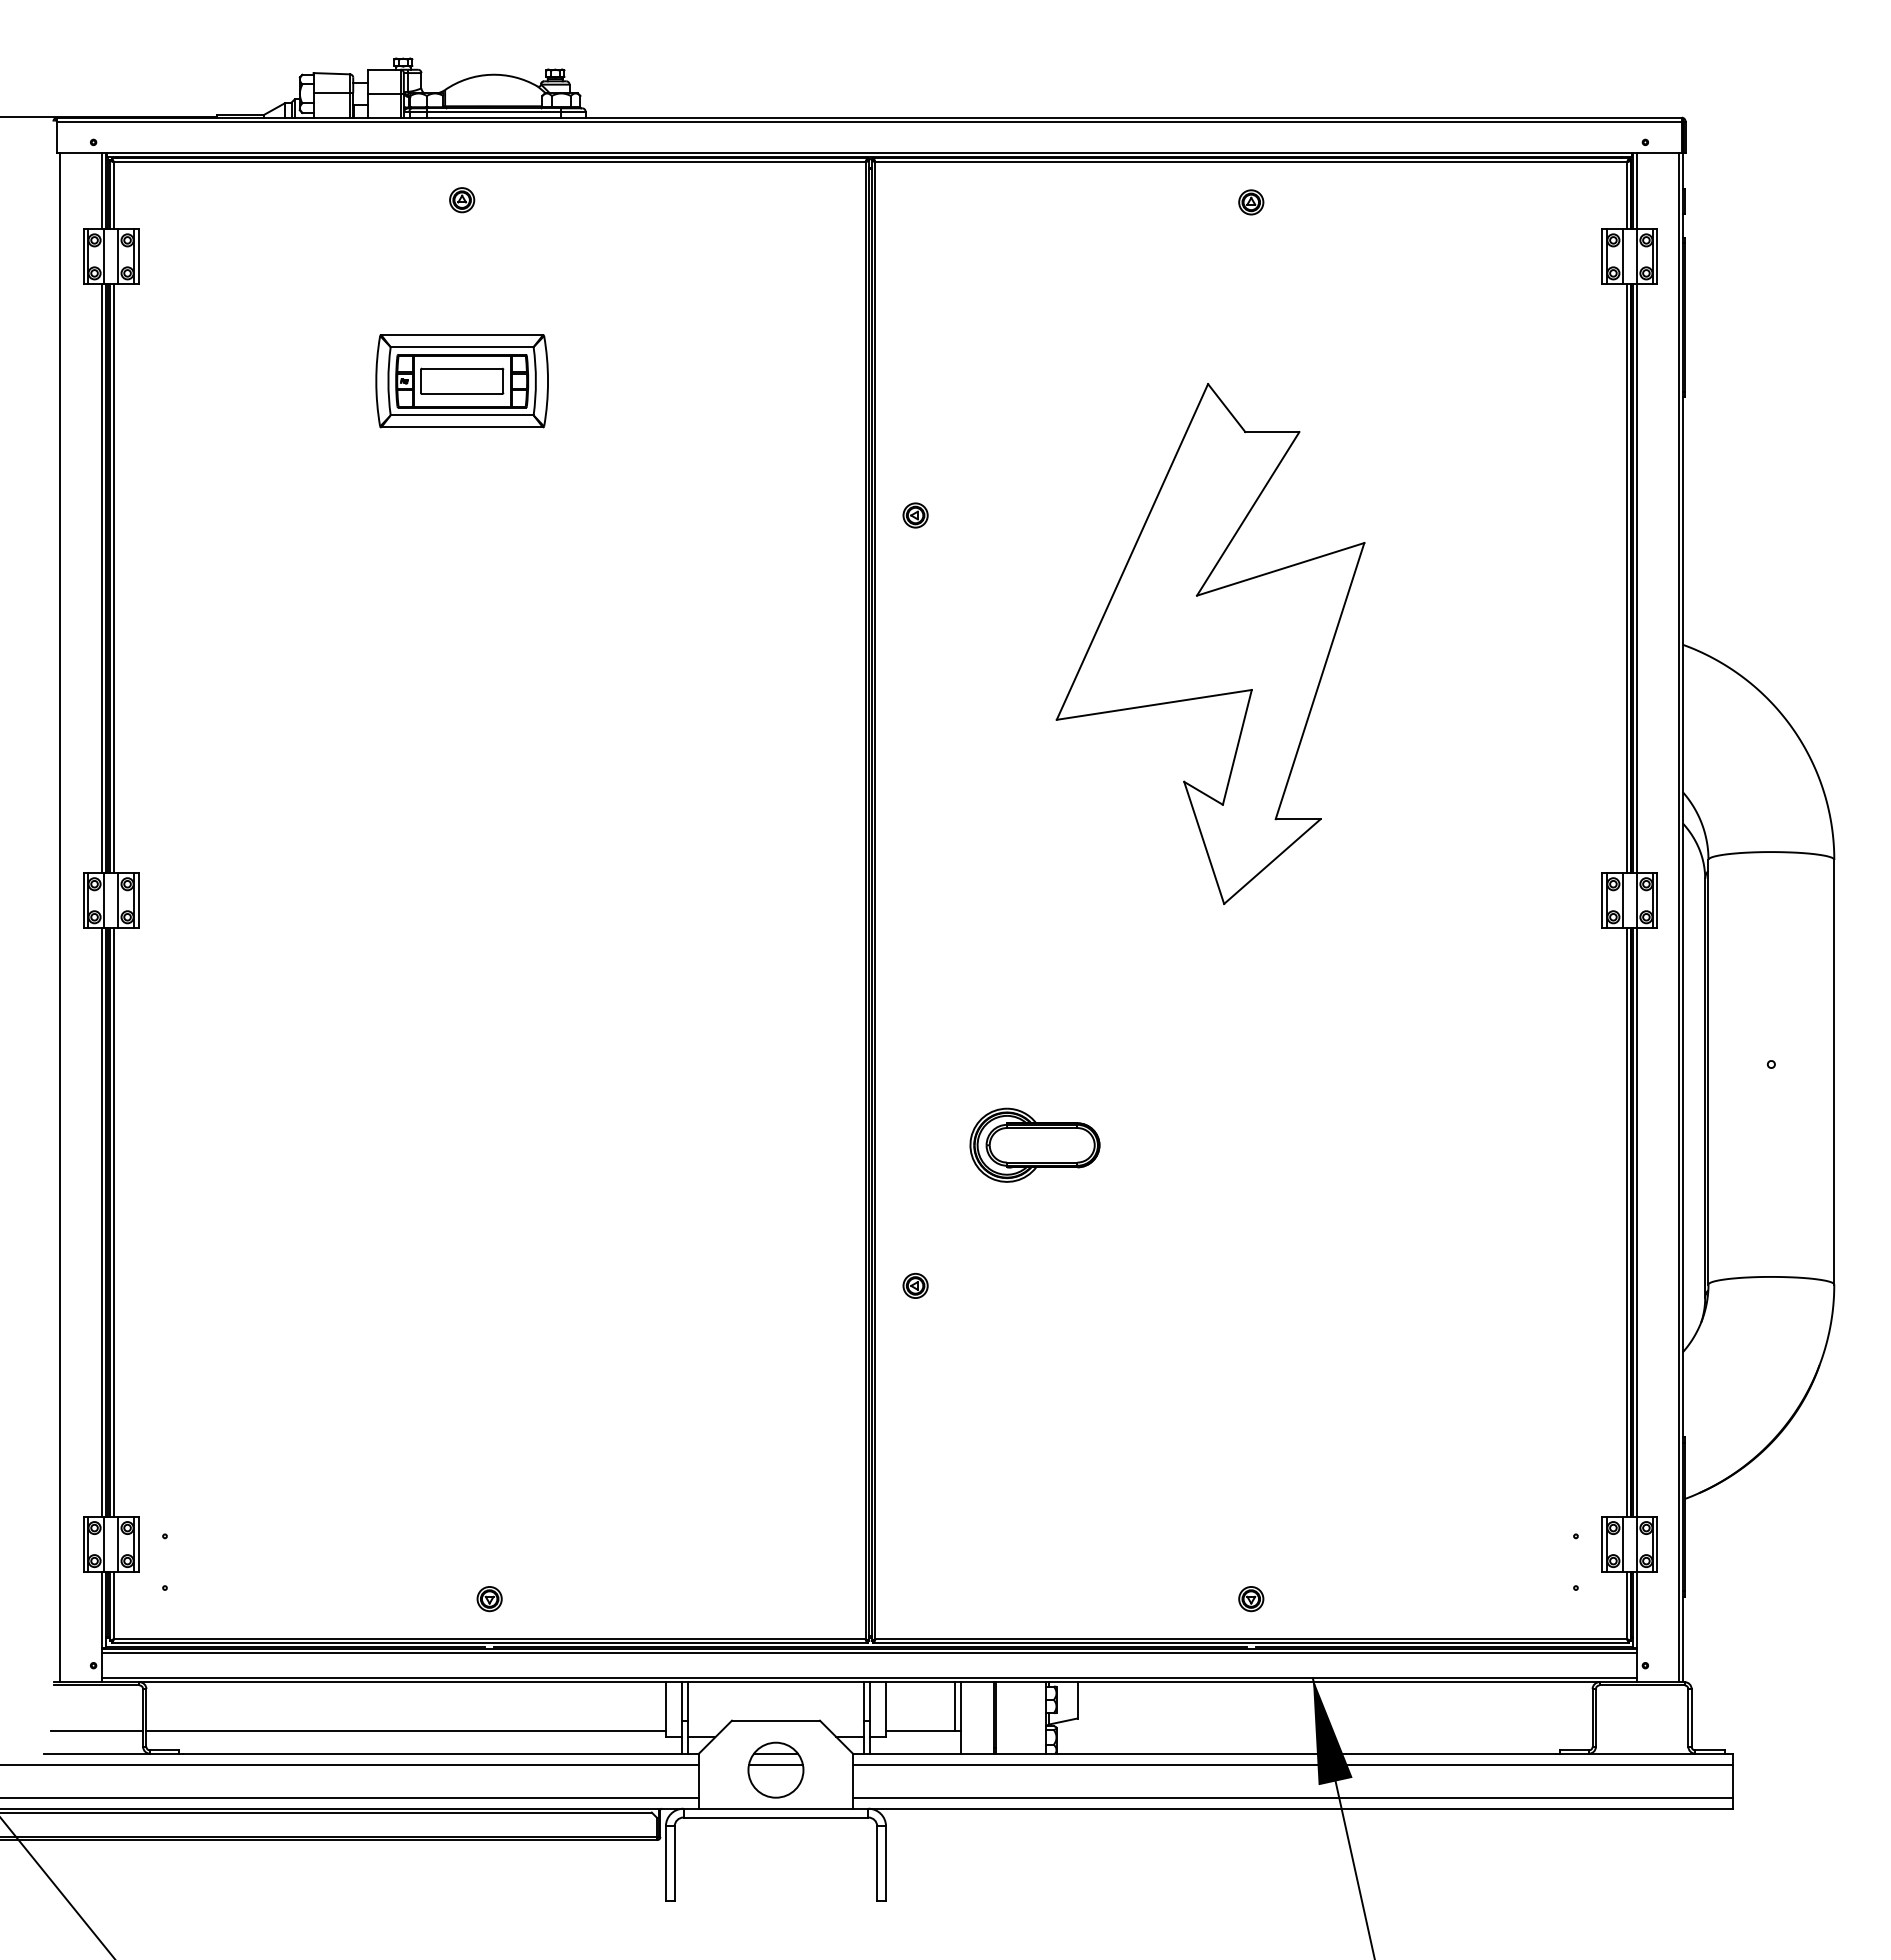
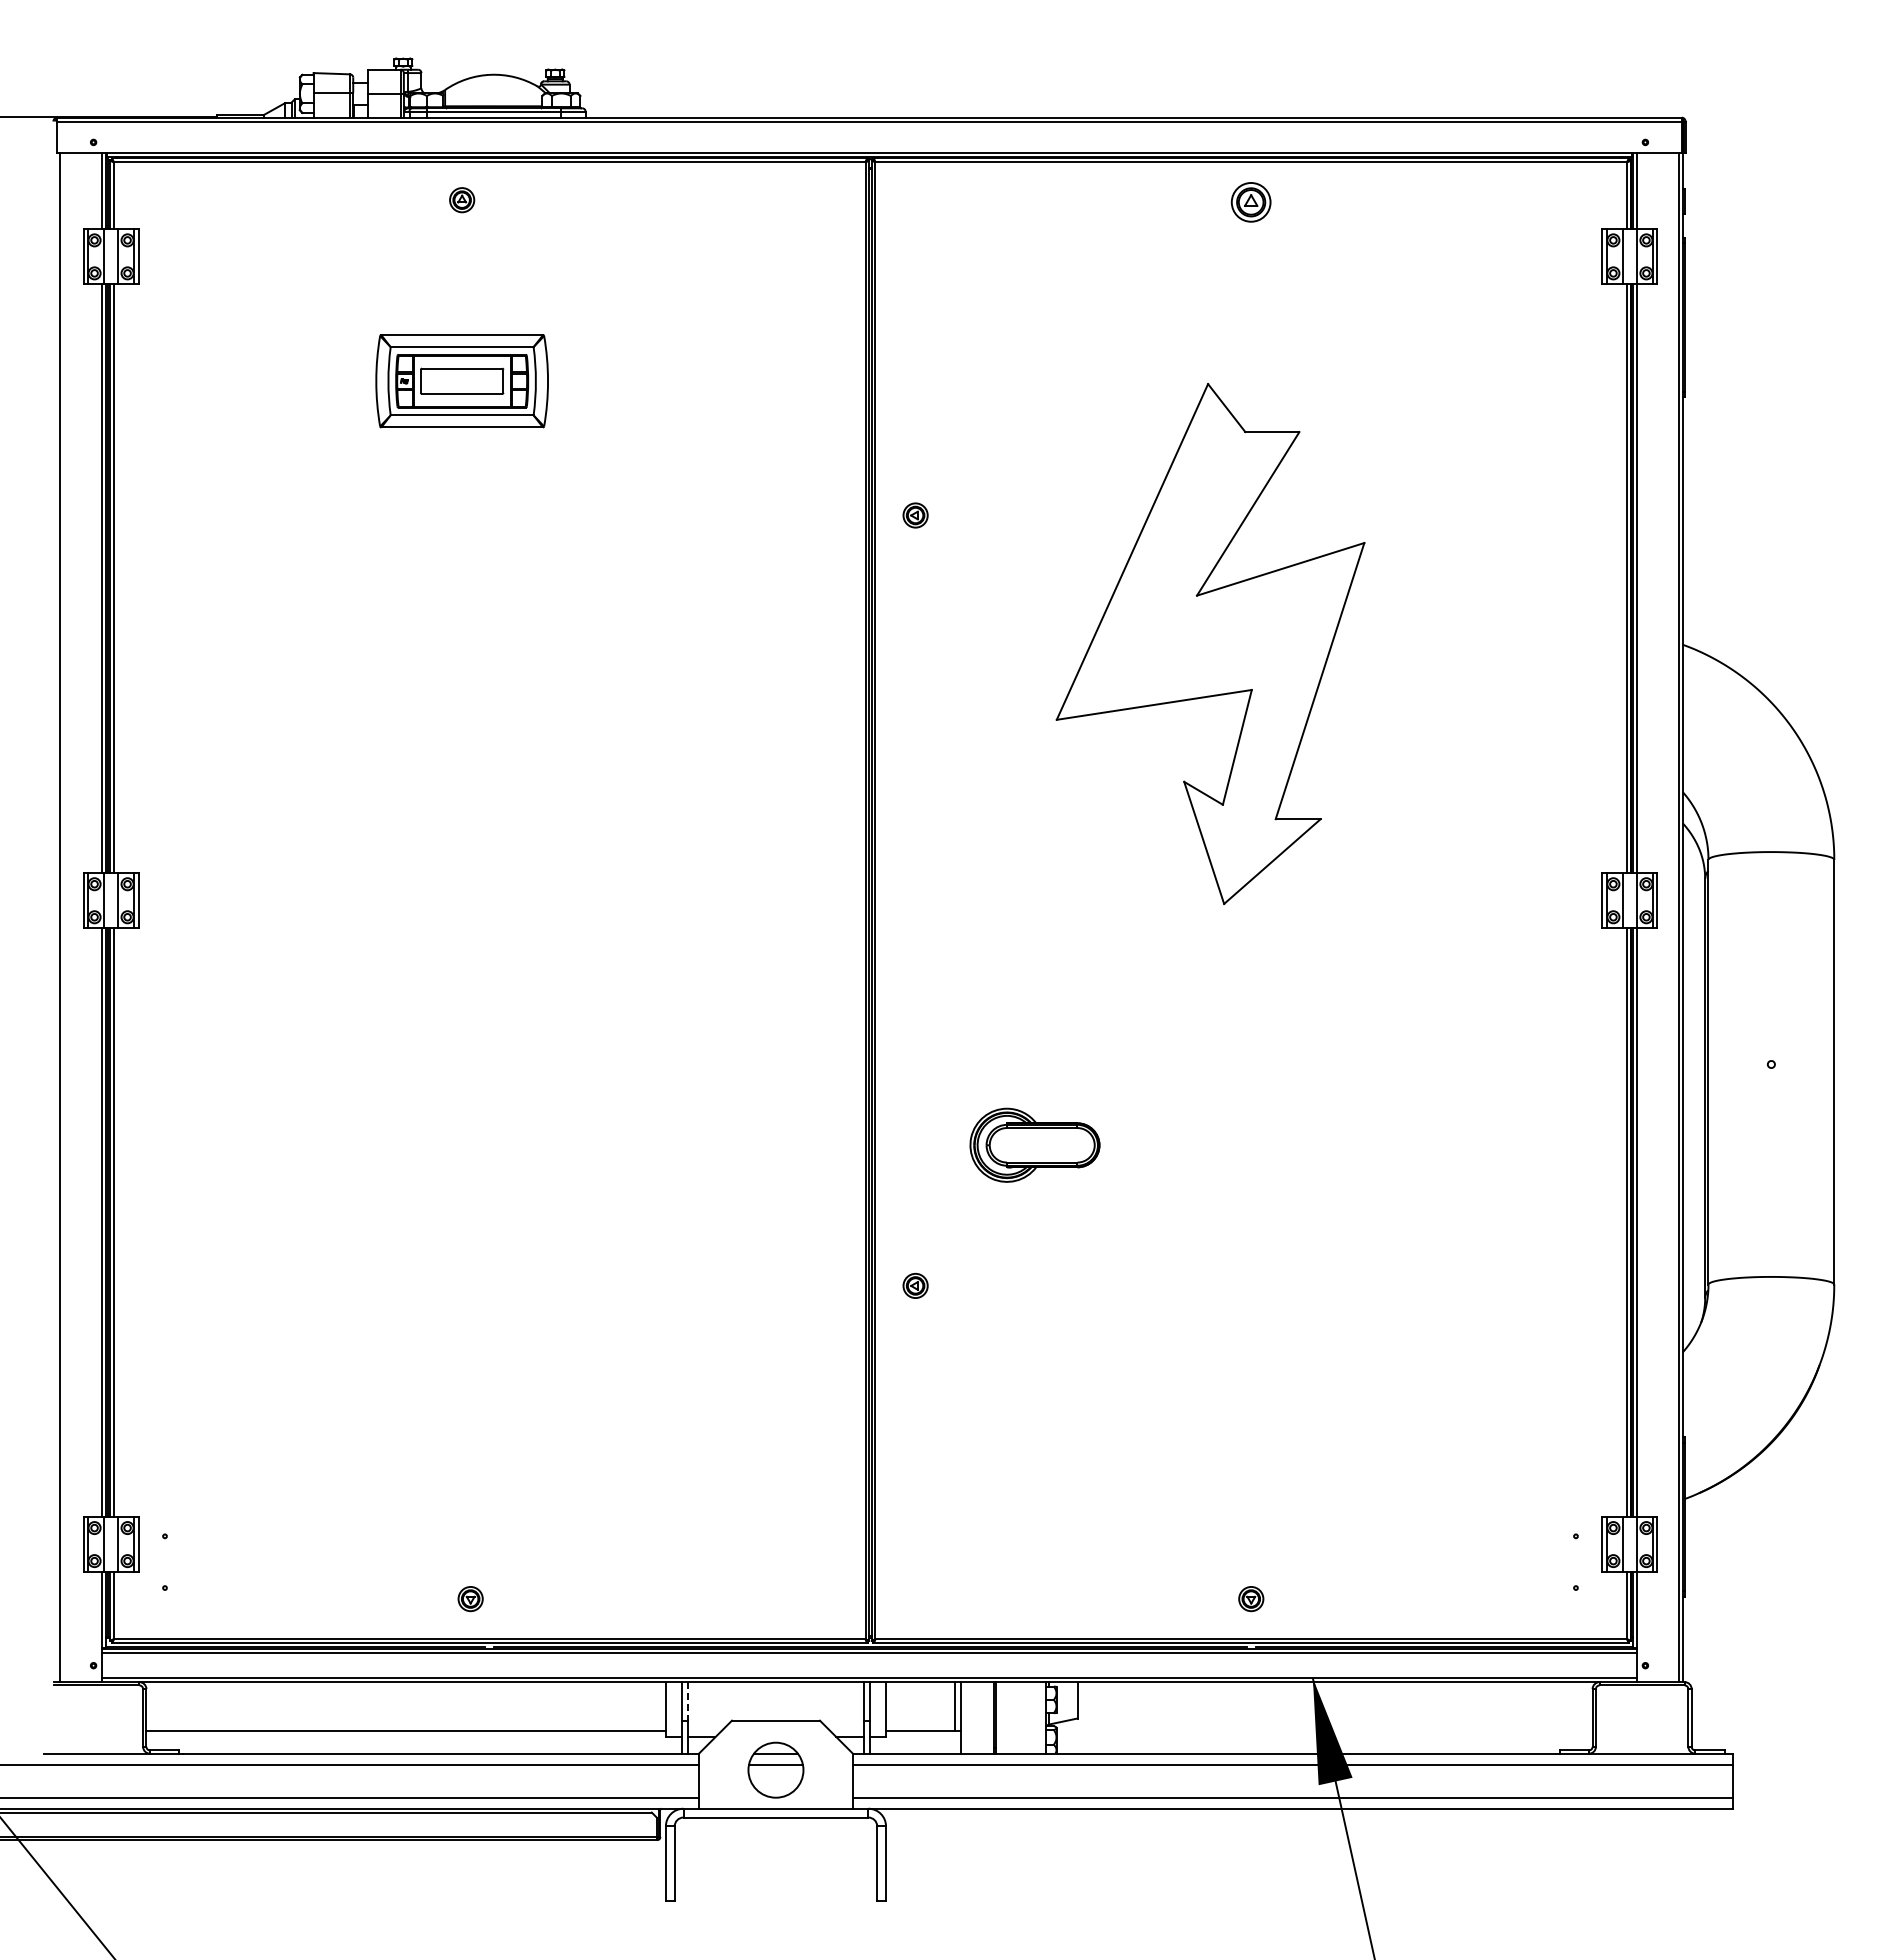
part at (1251, 202) size: 27x27 px -> 42x41 px
part at (489, 1599) position: (489, 1599) -> (470, 1599)
line at (687, 1701): solid -> dashed
line at (96, 1730): present -> none
